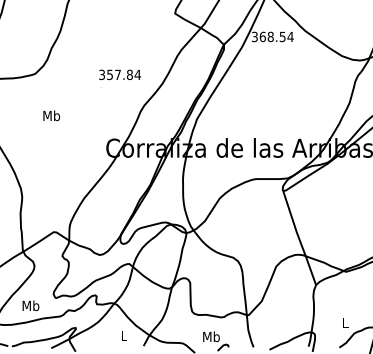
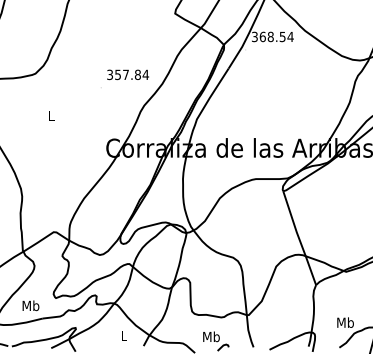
text at (119, 74) position: (119, 74) -> (127, 74)
text at (51, 115): Mb -> L
text at (345, 322): L -> Mb
